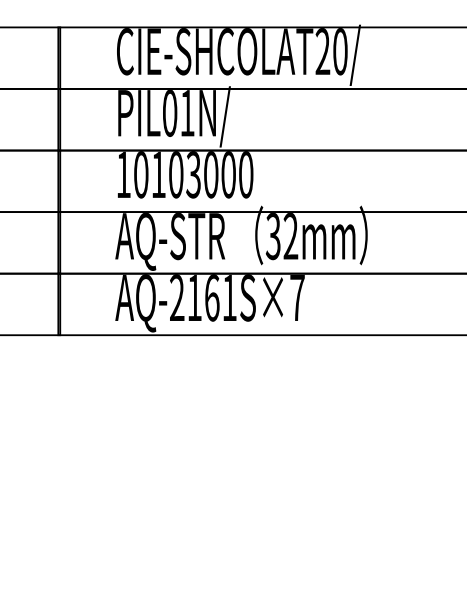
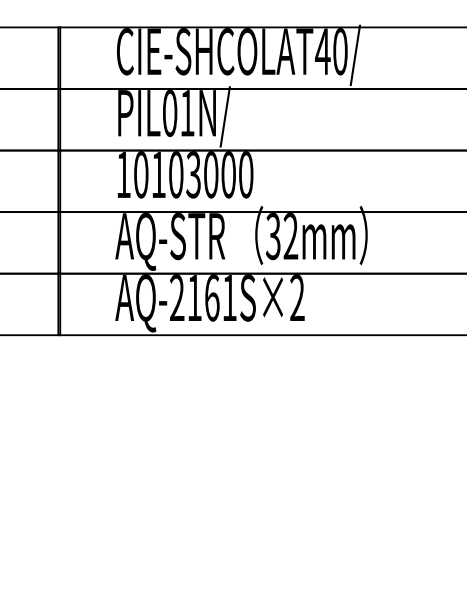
text at (322, 51): CIE-SHCOLAT20/ -> CIE-SHCOLAT40/
text at (297, 297): AQ-2161S×7 -> AQ-2161S×2
